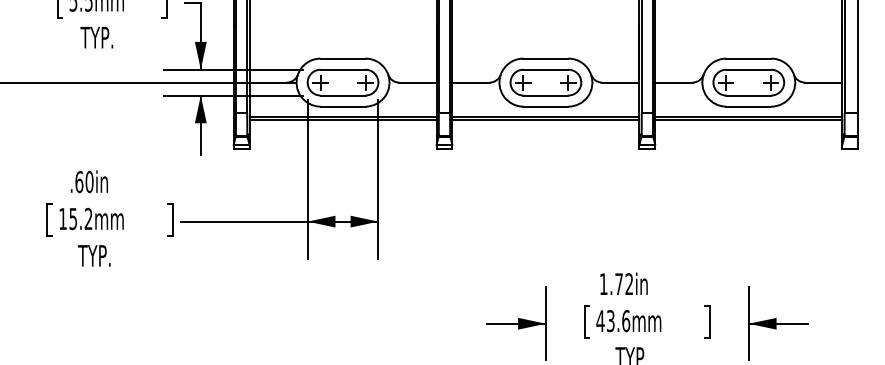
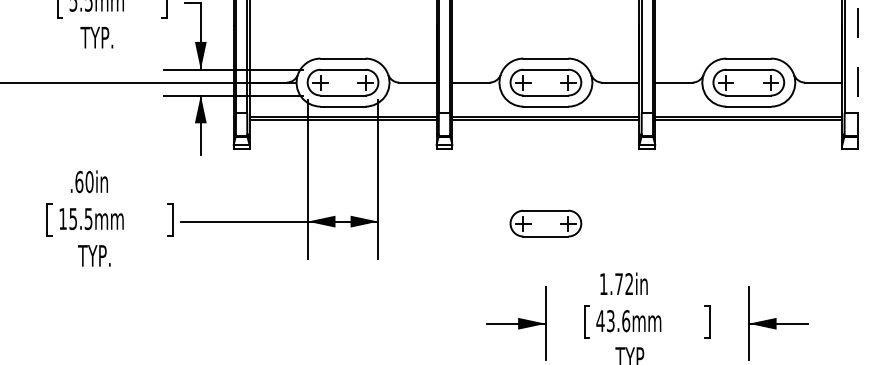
line at (858, 56): solid -> dashed
text at (88, 218): 15.2mm -> 15.5mm
part at (545, 223): none -> present
